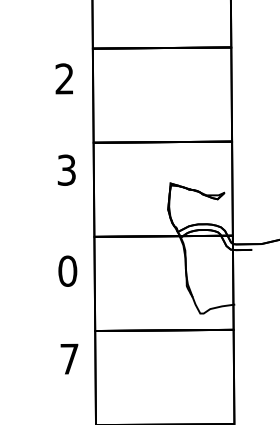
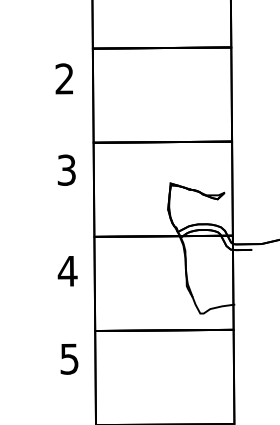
text at (67, 270): 0 -> 4
text at (69, 358): 7 -> 5
